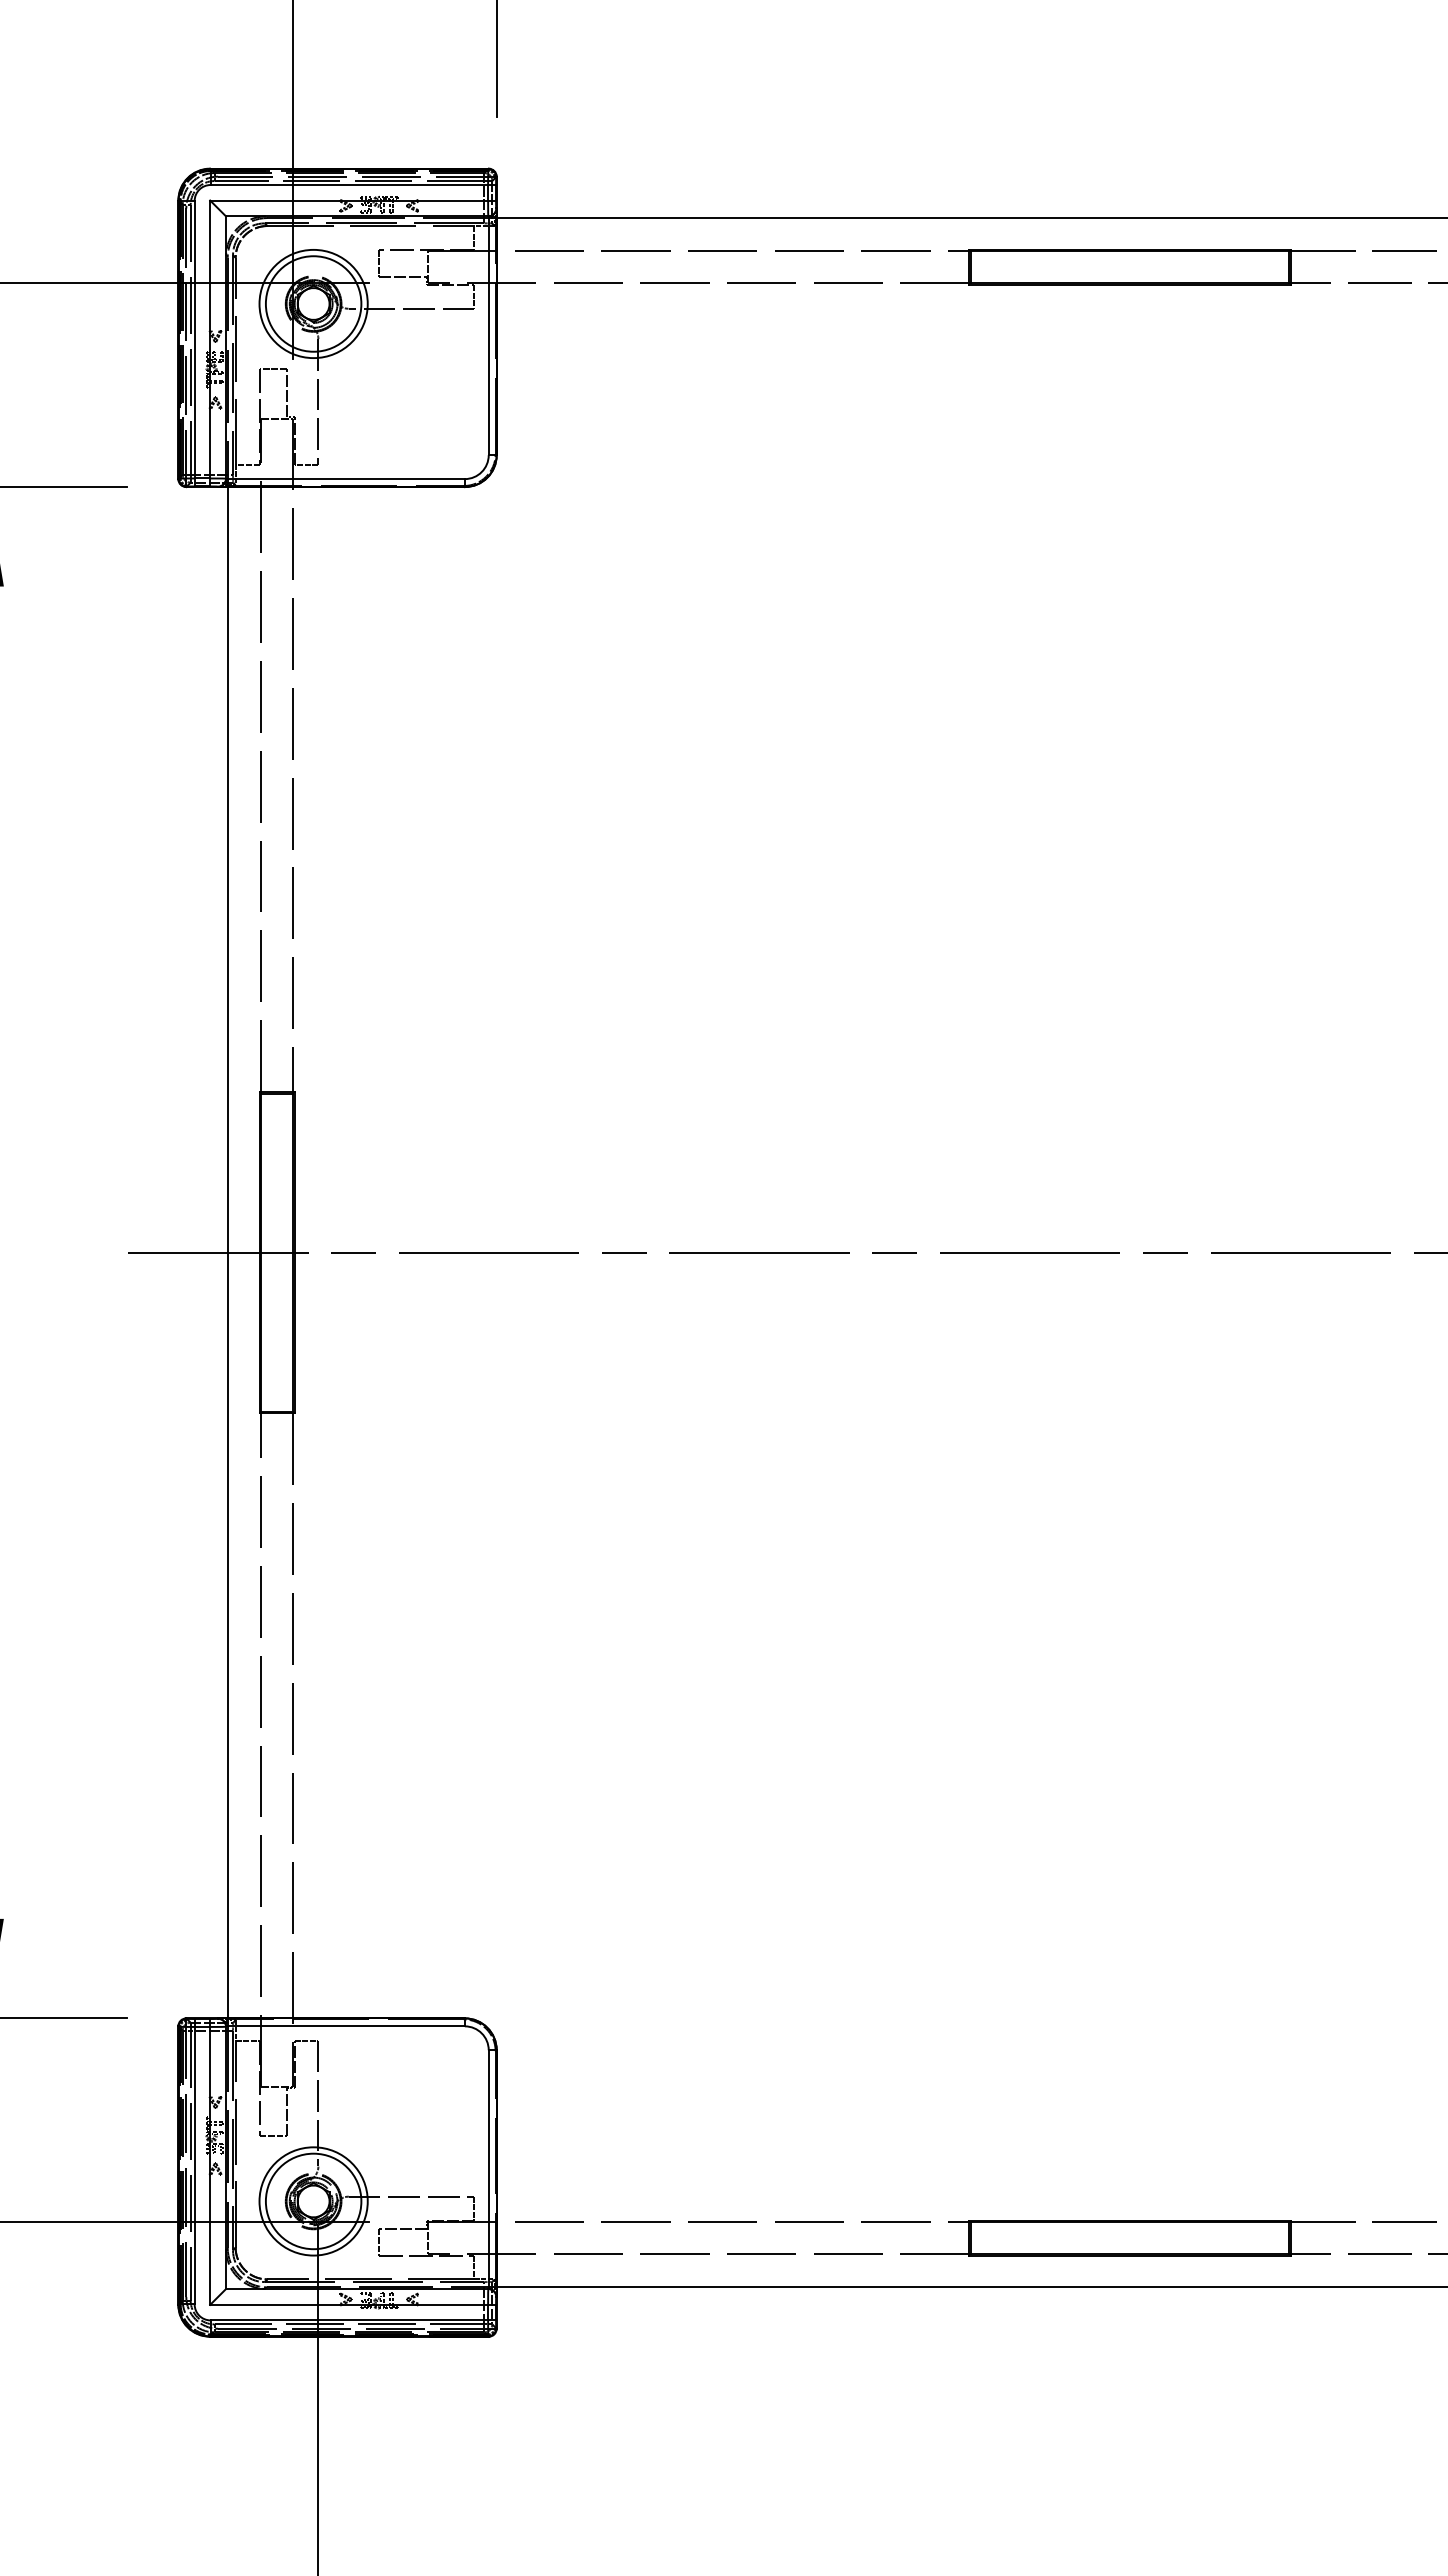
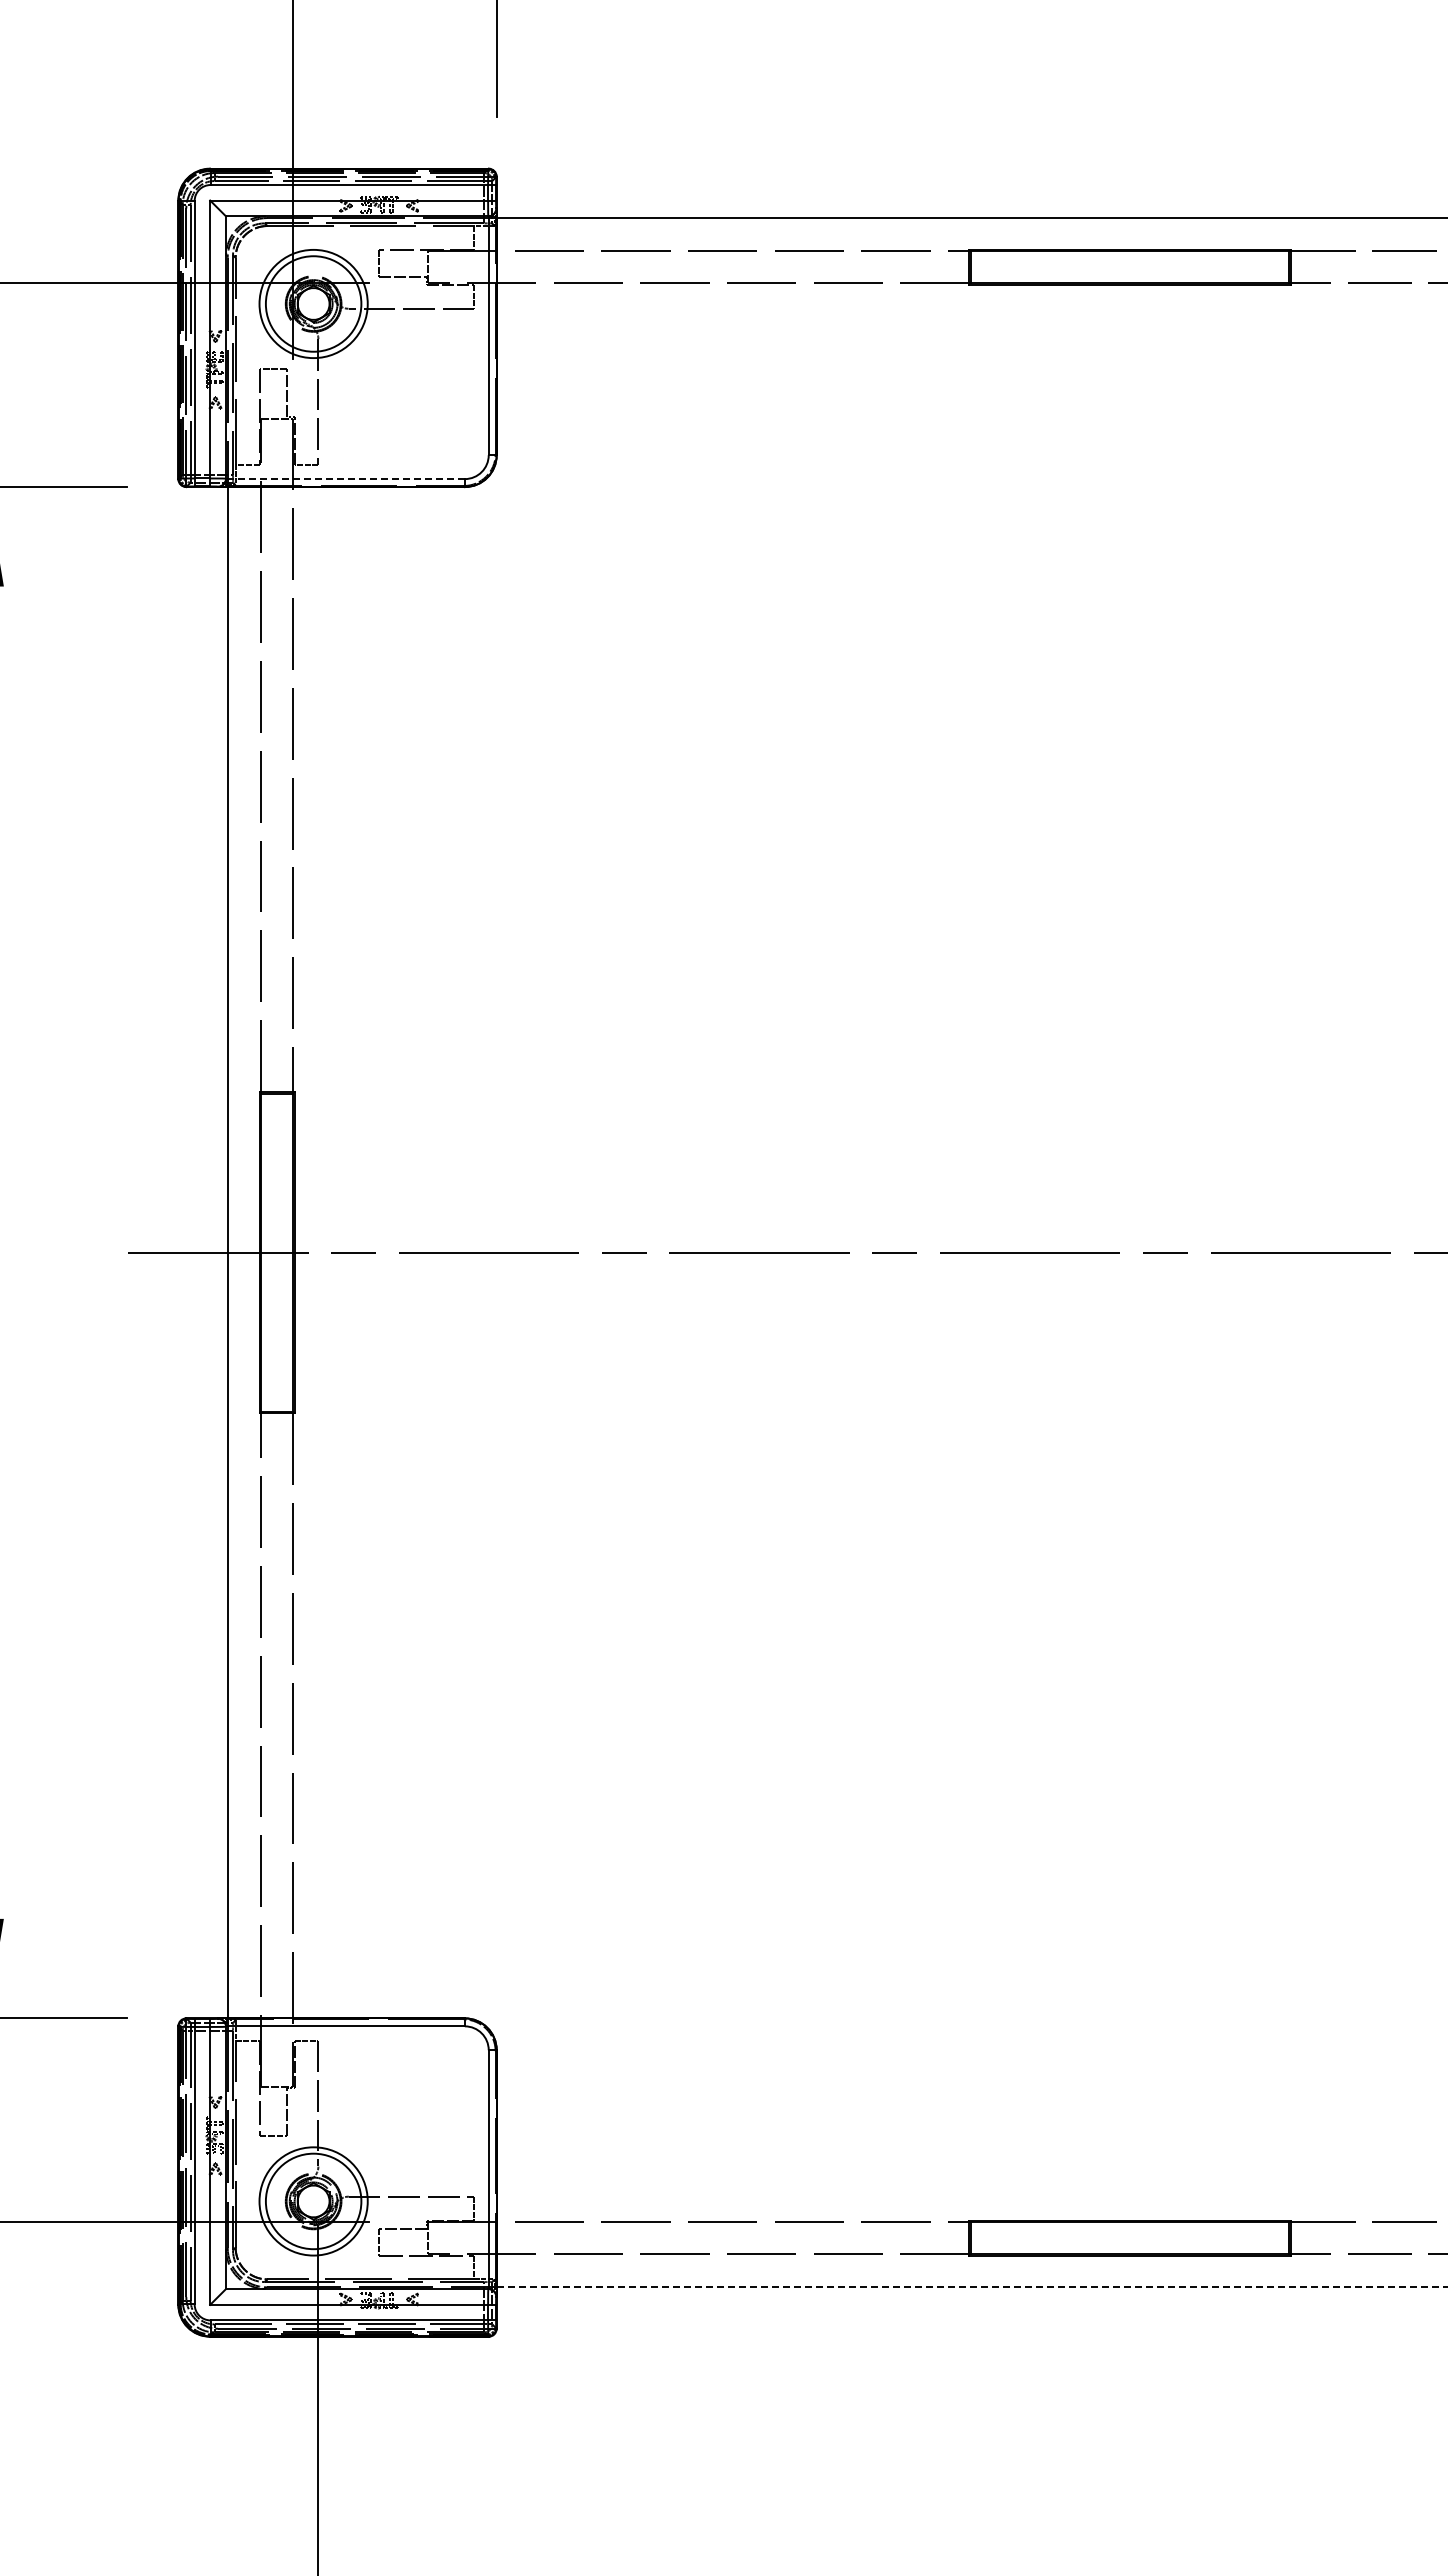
line at (344, 479): solid -> dashed
line at (972, 2287): solid -> dashed
